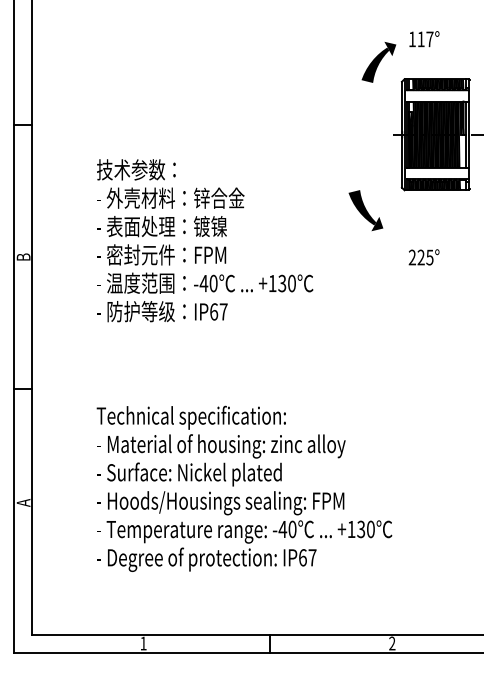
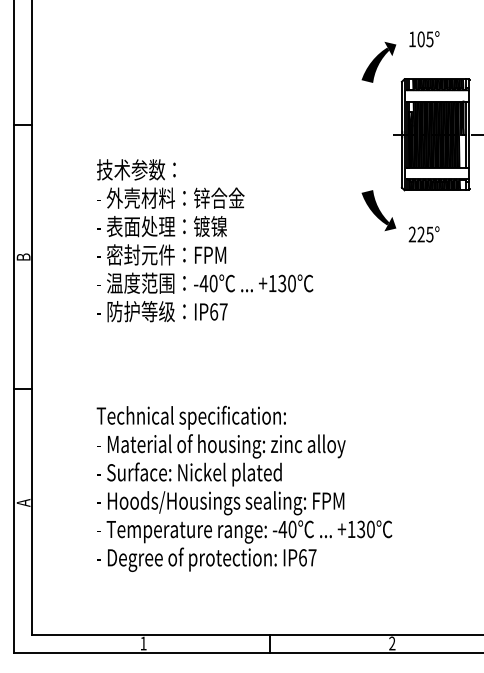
text at (425, 39): 117° -> 105°
curve at (365, 210) position: (365, 210) -> (378, 210)
text at (423, 257) position: (423, 257) -> (423, 234)
